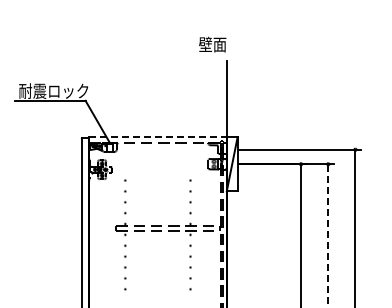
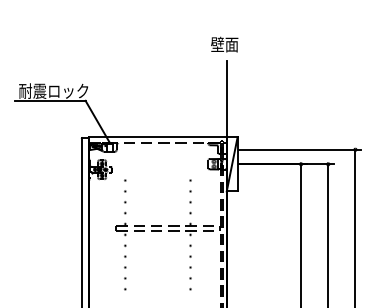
text at (212, 44) position: (212, 44) -> (224, 44)
line at (157, 137): dashed -> solid
line at (328, 235): dashed -> solid
